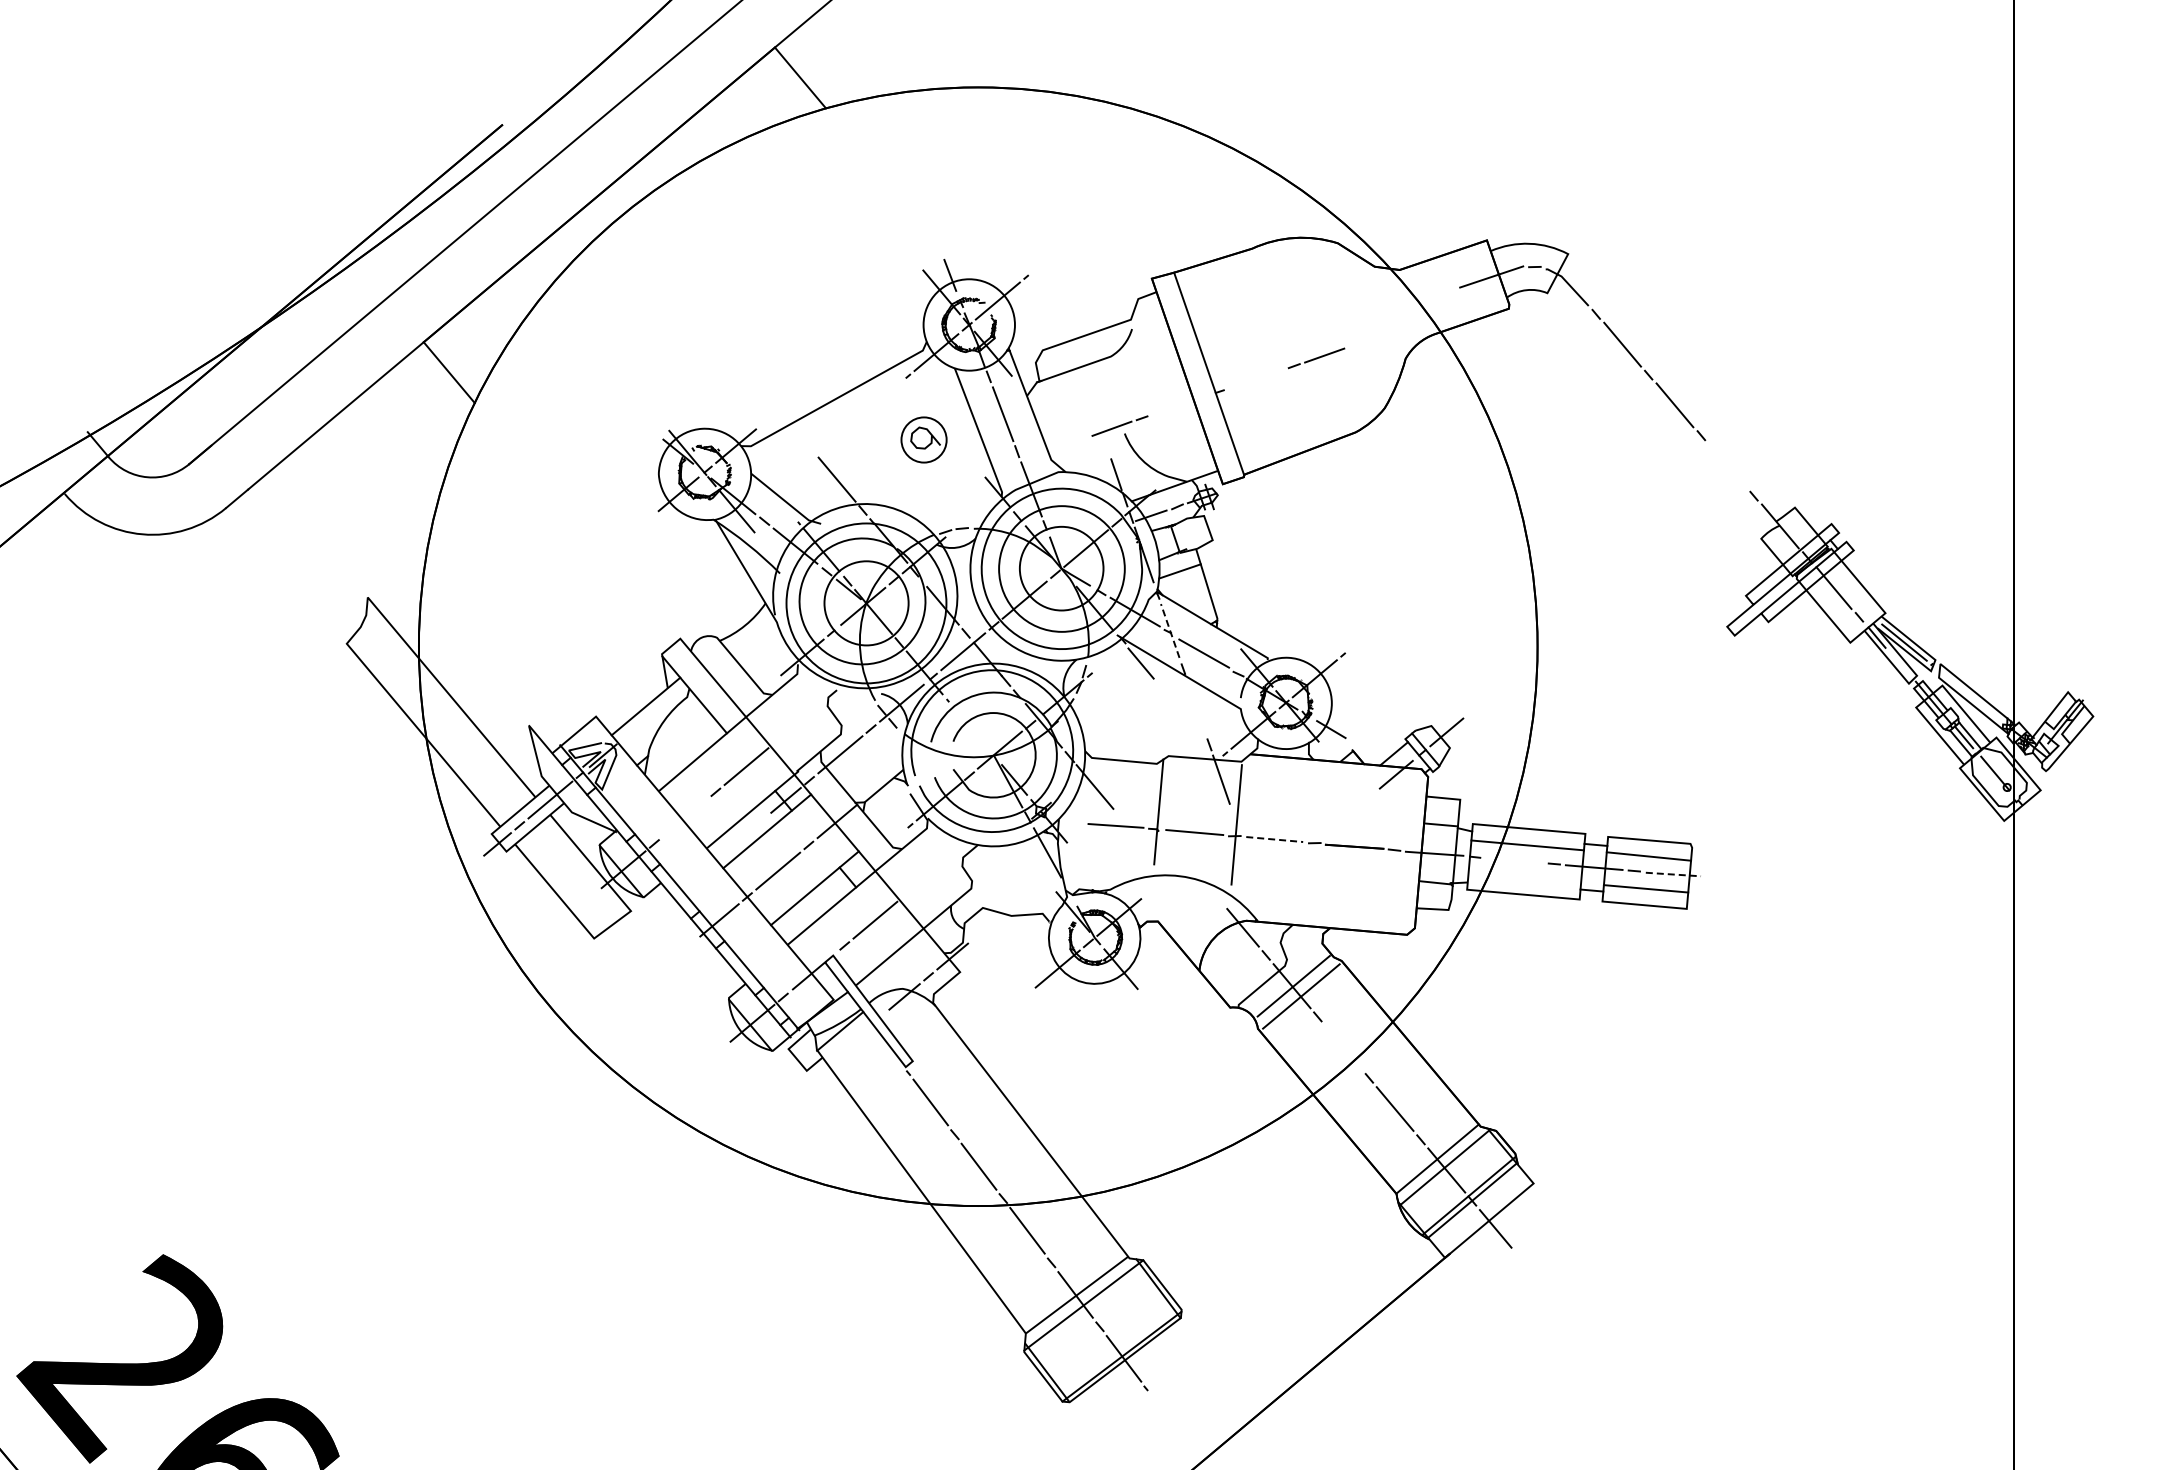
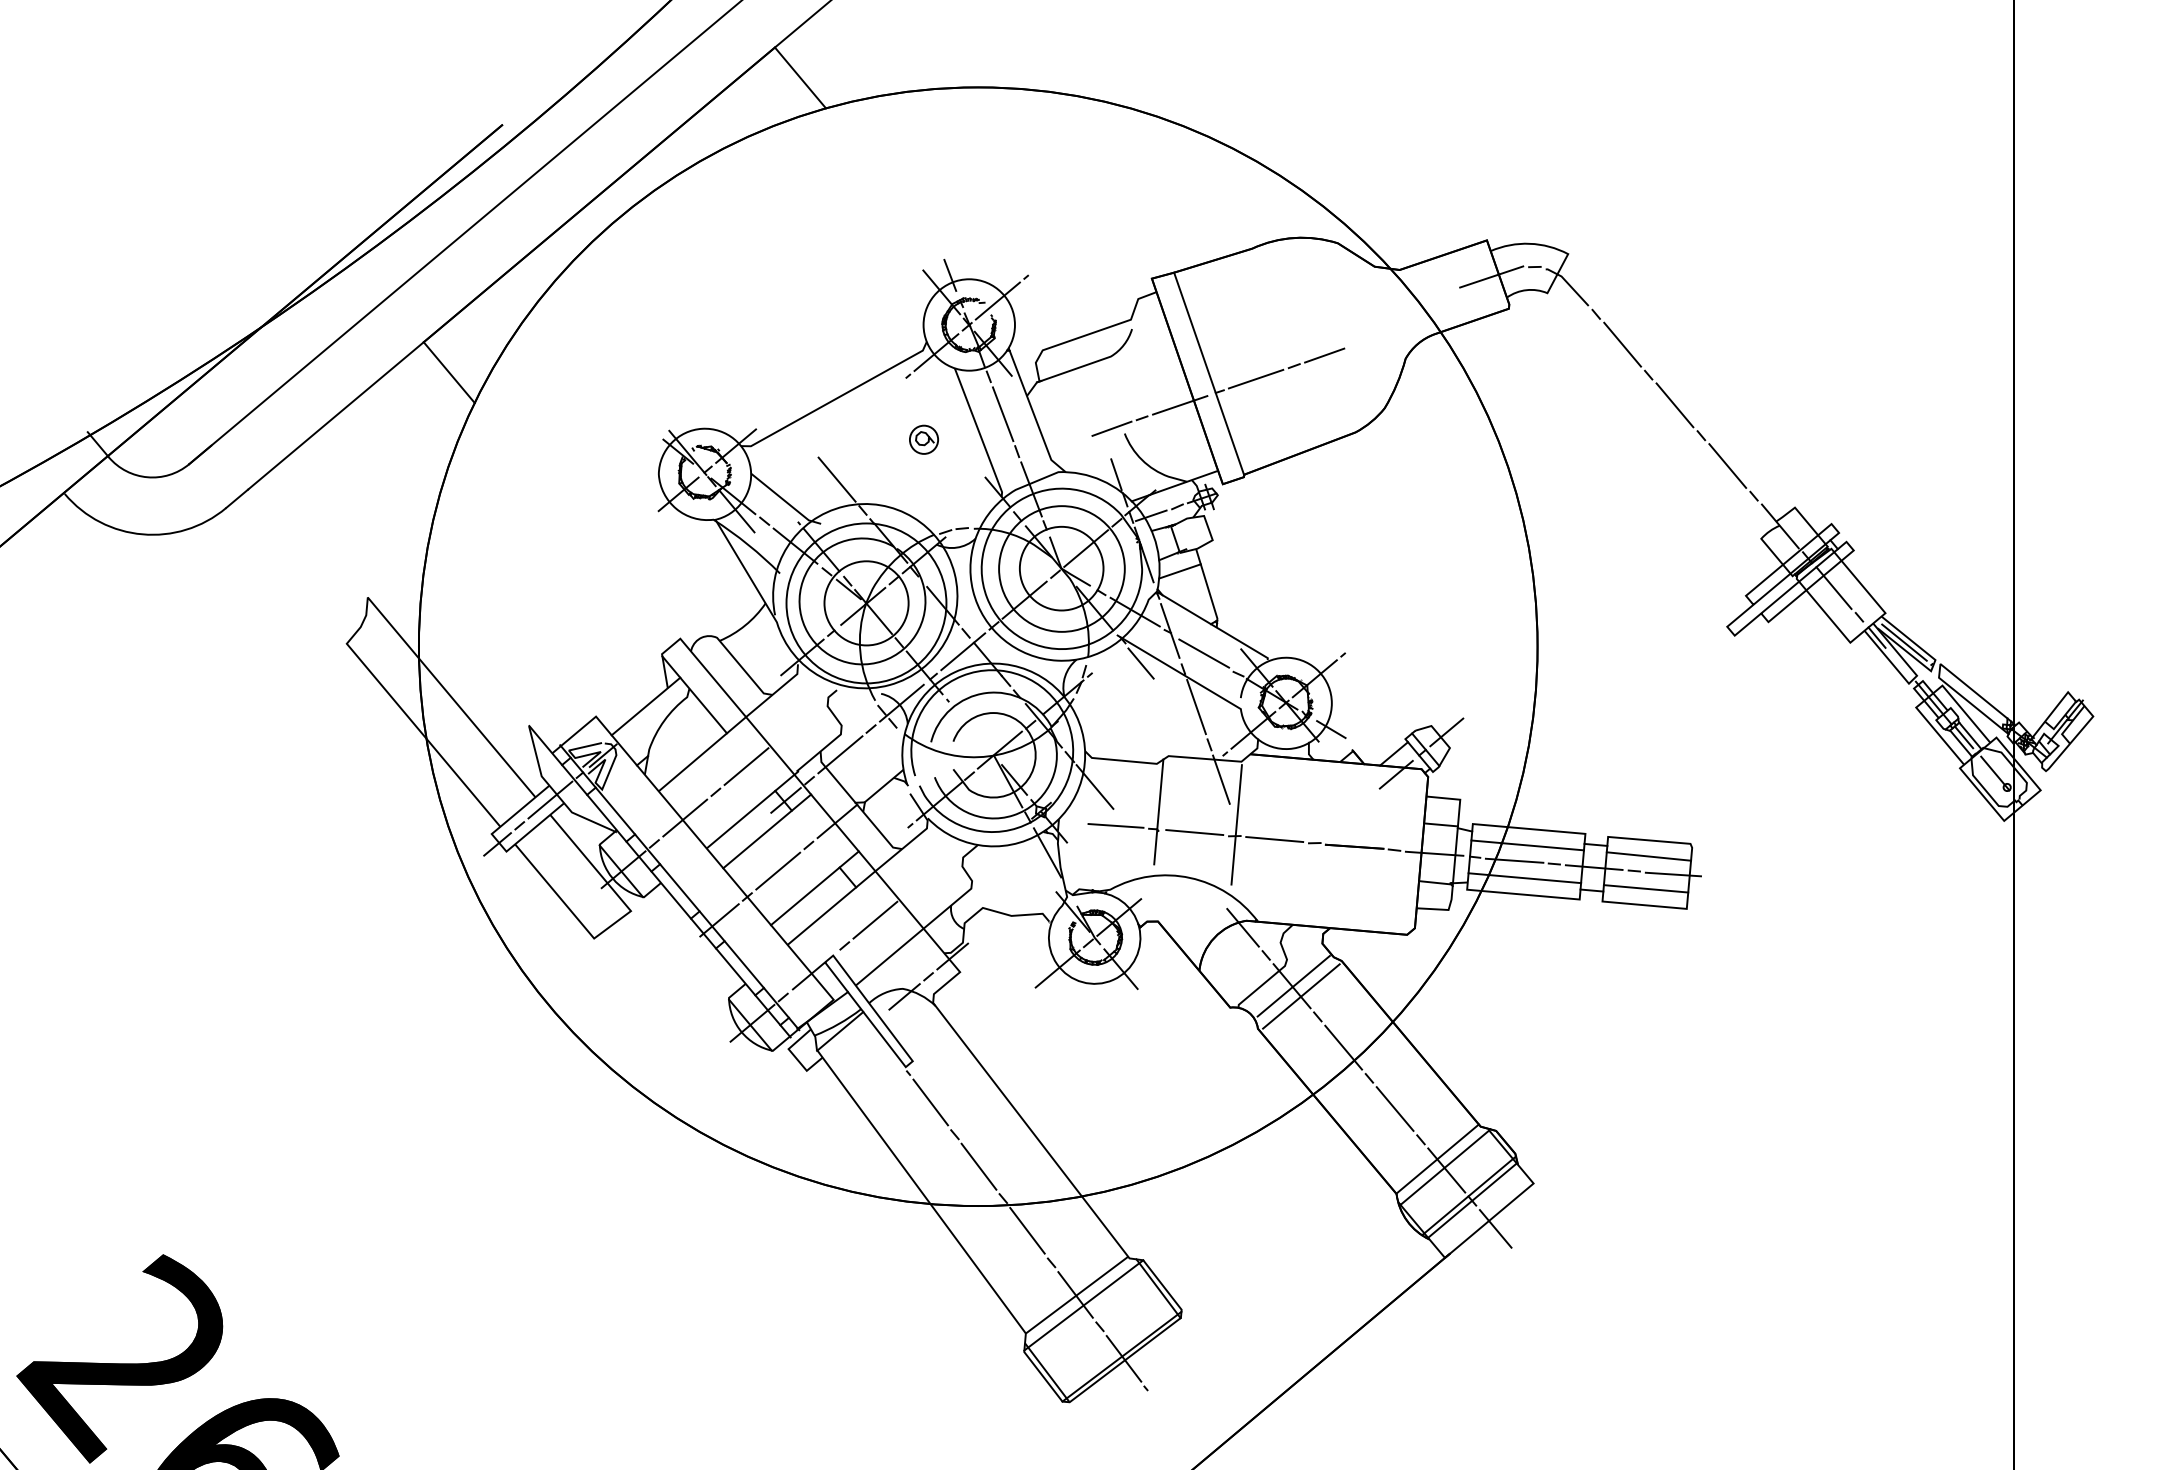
line at (1255, 378): none -> present
line at (1180, 405): none -> present
part at (923, 439) size: 48x48 px -> 30x31 px
line at (1727, 465): none -> present
line at (1170, 630): dashed -> solid
line at (1196, 707): none -> present
line at (685, 817): none -> present
line at (1274, 839): dashed -> solid
line at (1514, 860): none -> present
line at (1673, 874): dashed -> solid
line at (1524, 878): none -> present
line at (1343, 1047): none -> present
